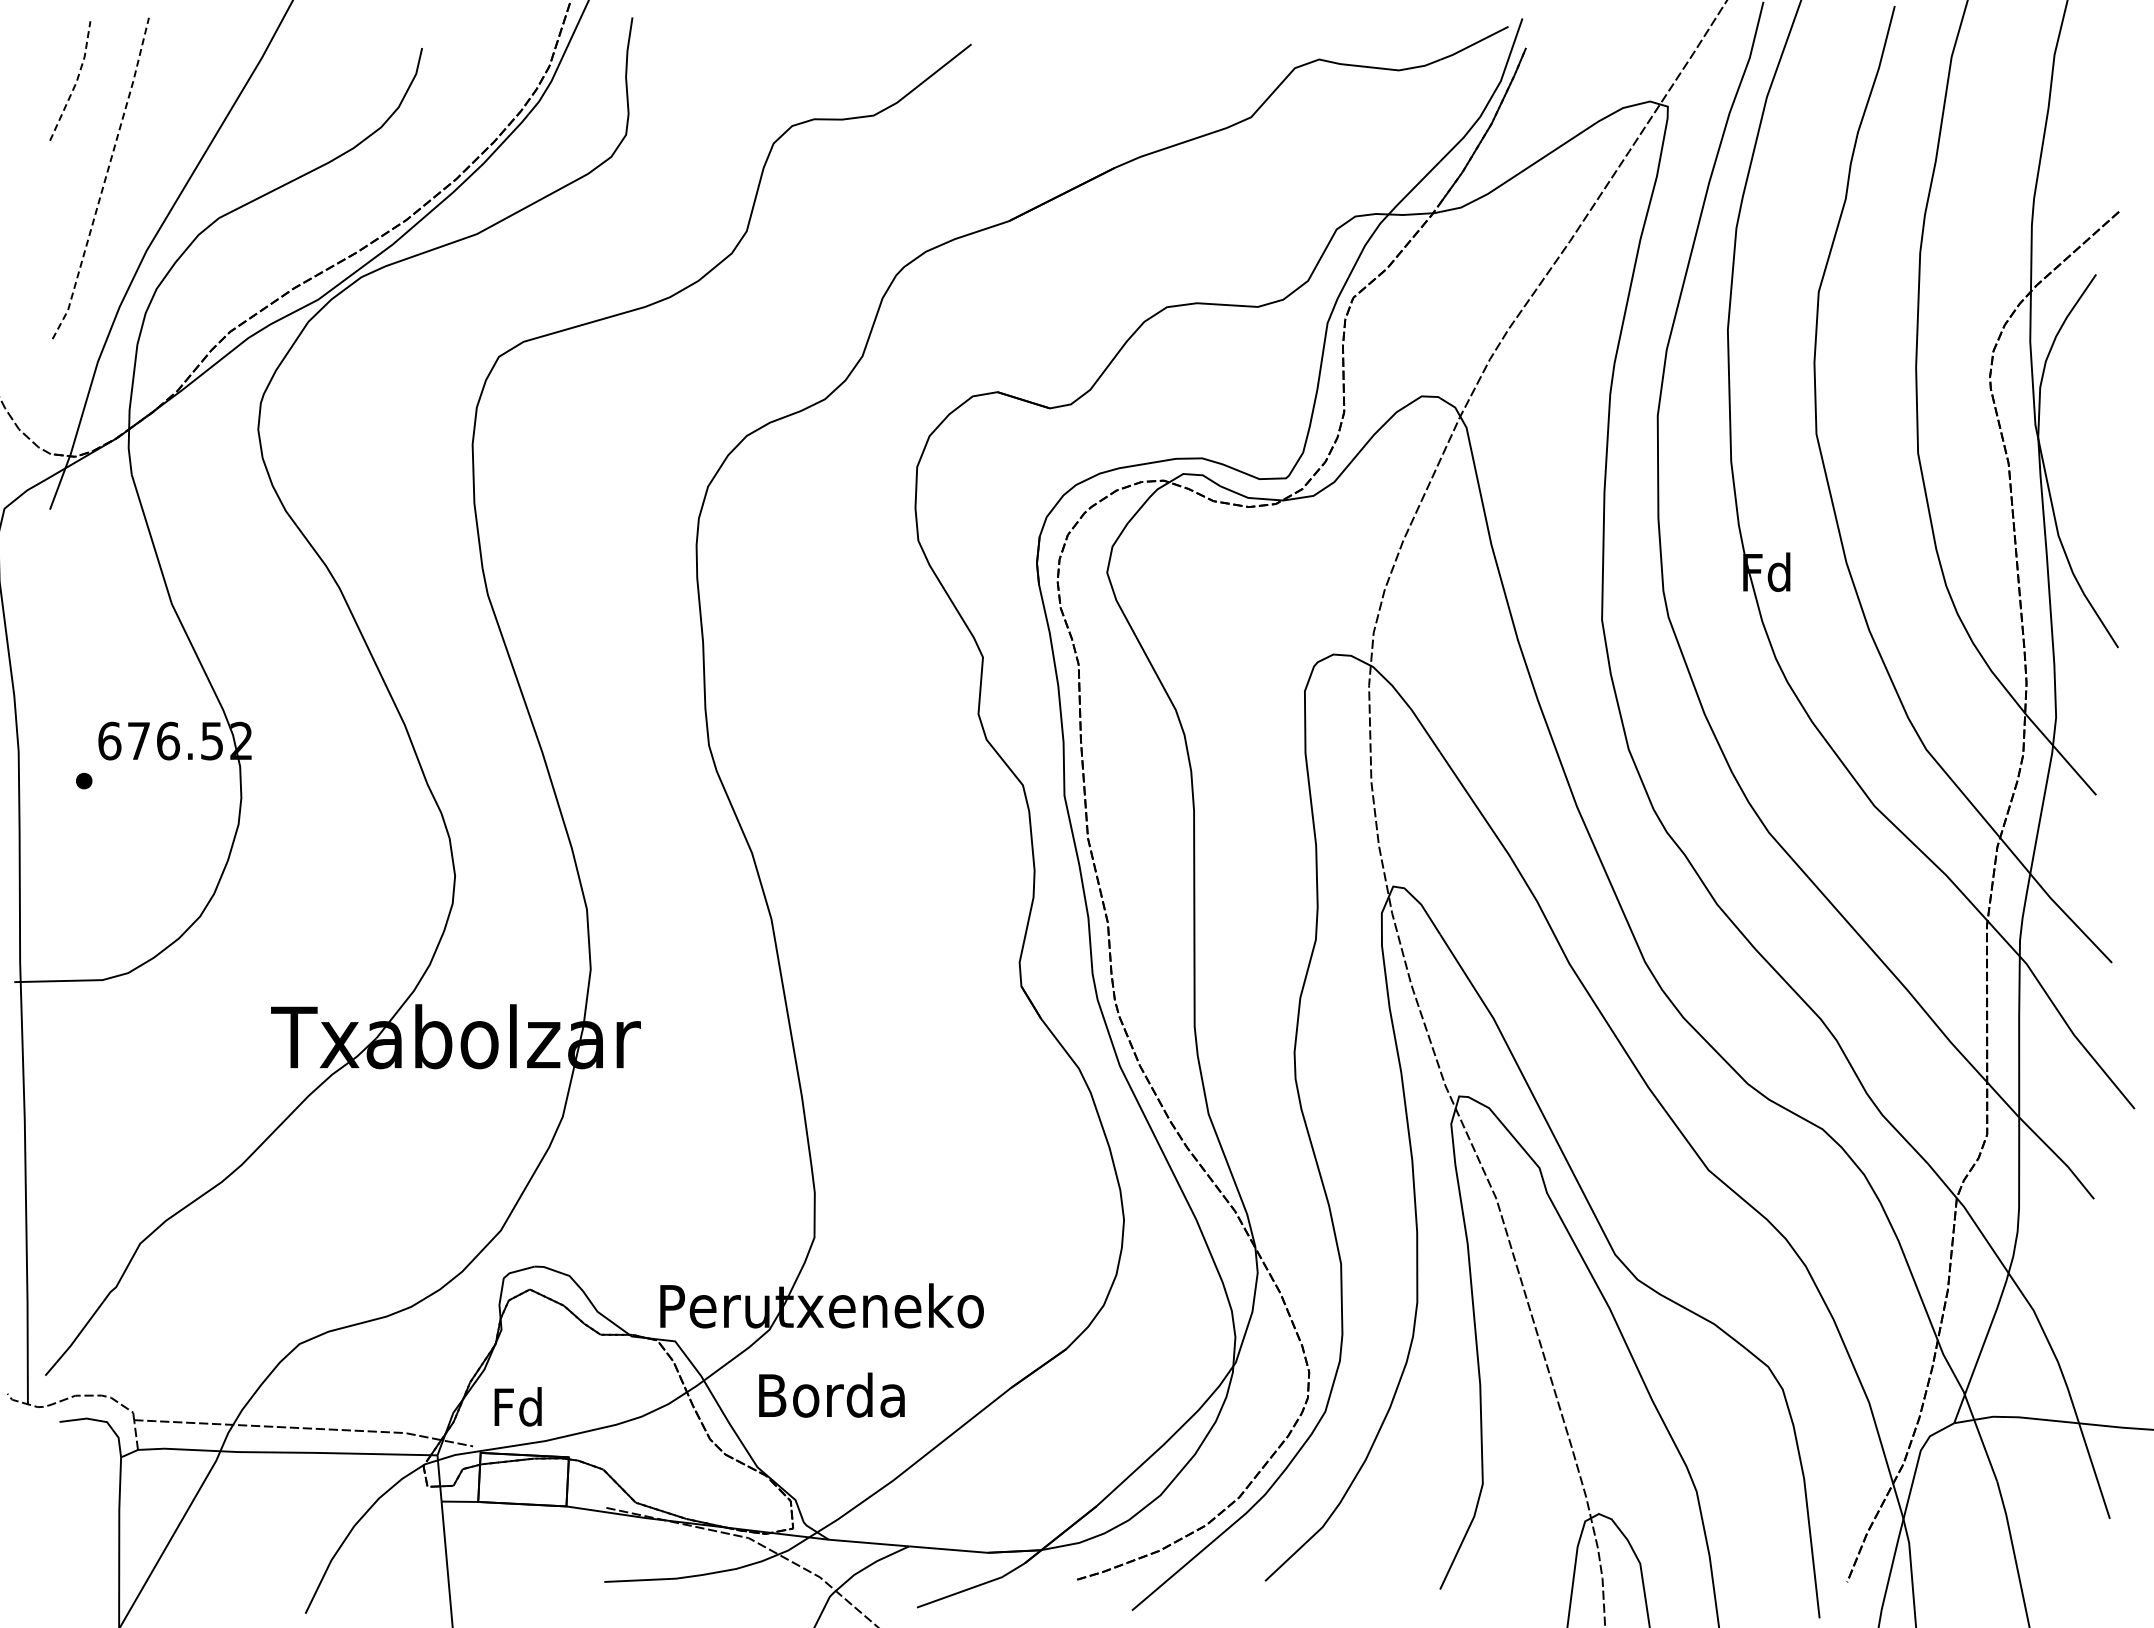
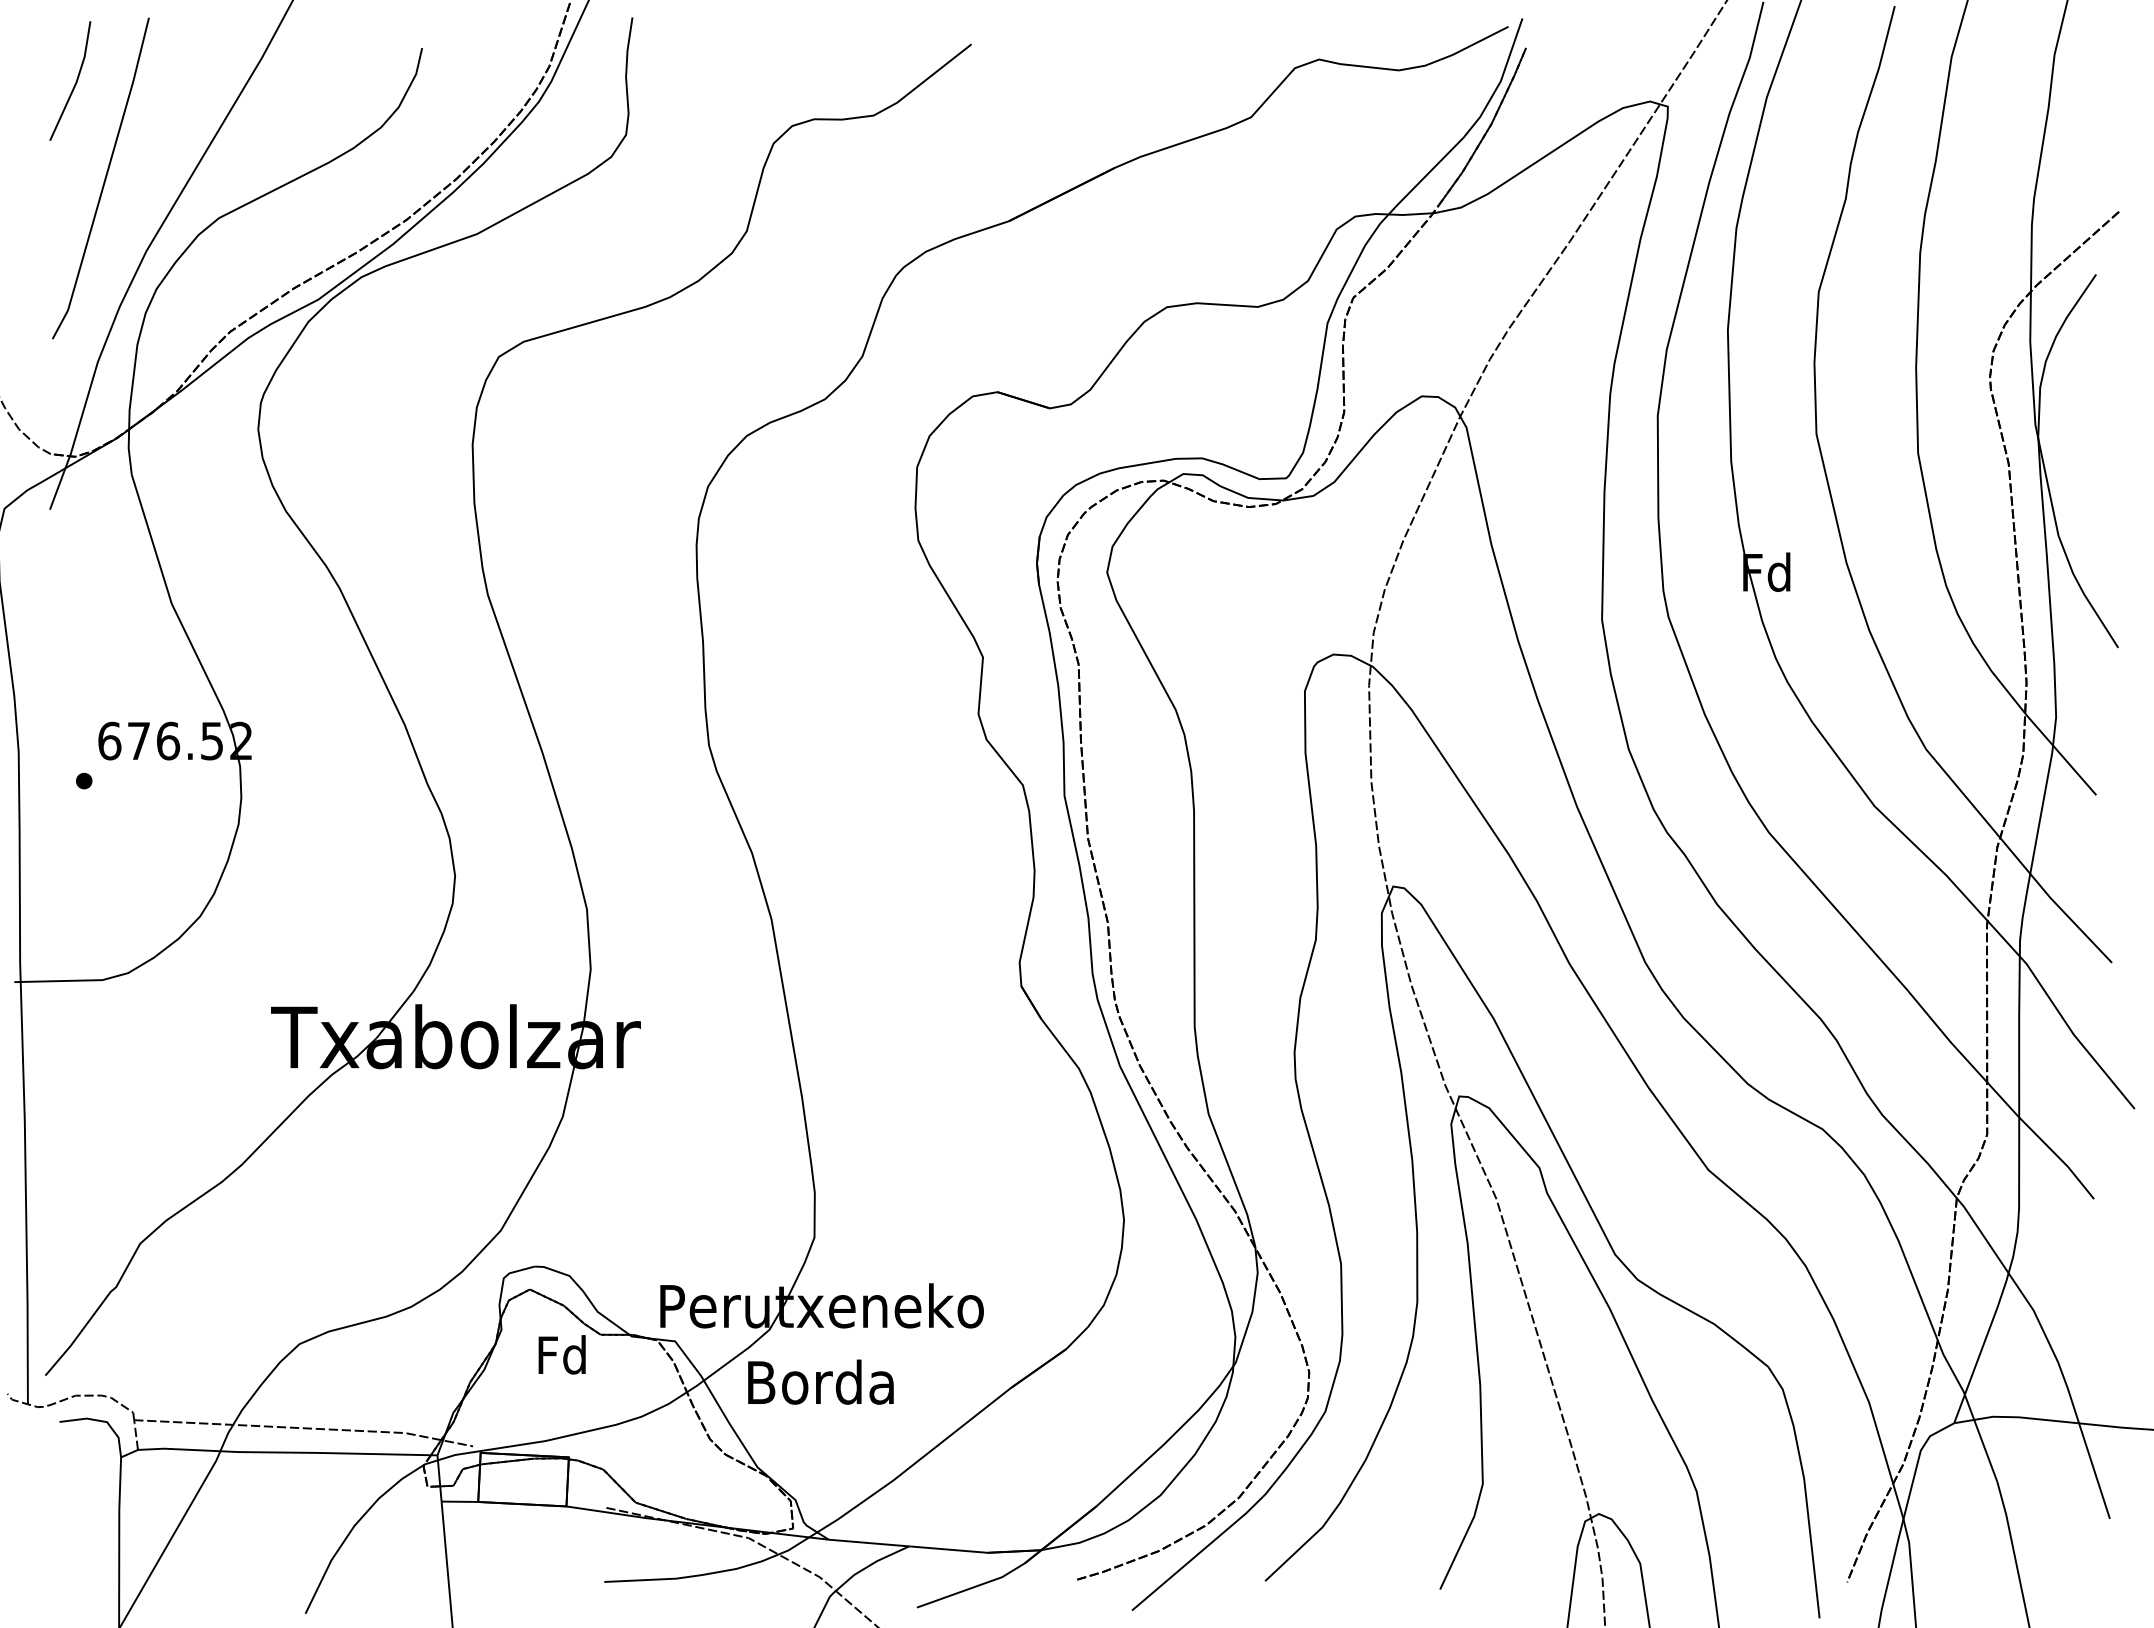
line at (76, 82): dashed -> solid
line at (105, 179): dashed -> solid
text at (831, 1394) position: (831, 1394) -> (820, 1381)
text at (517, 1406) position: (517, 1406) -> (561, 1354)
